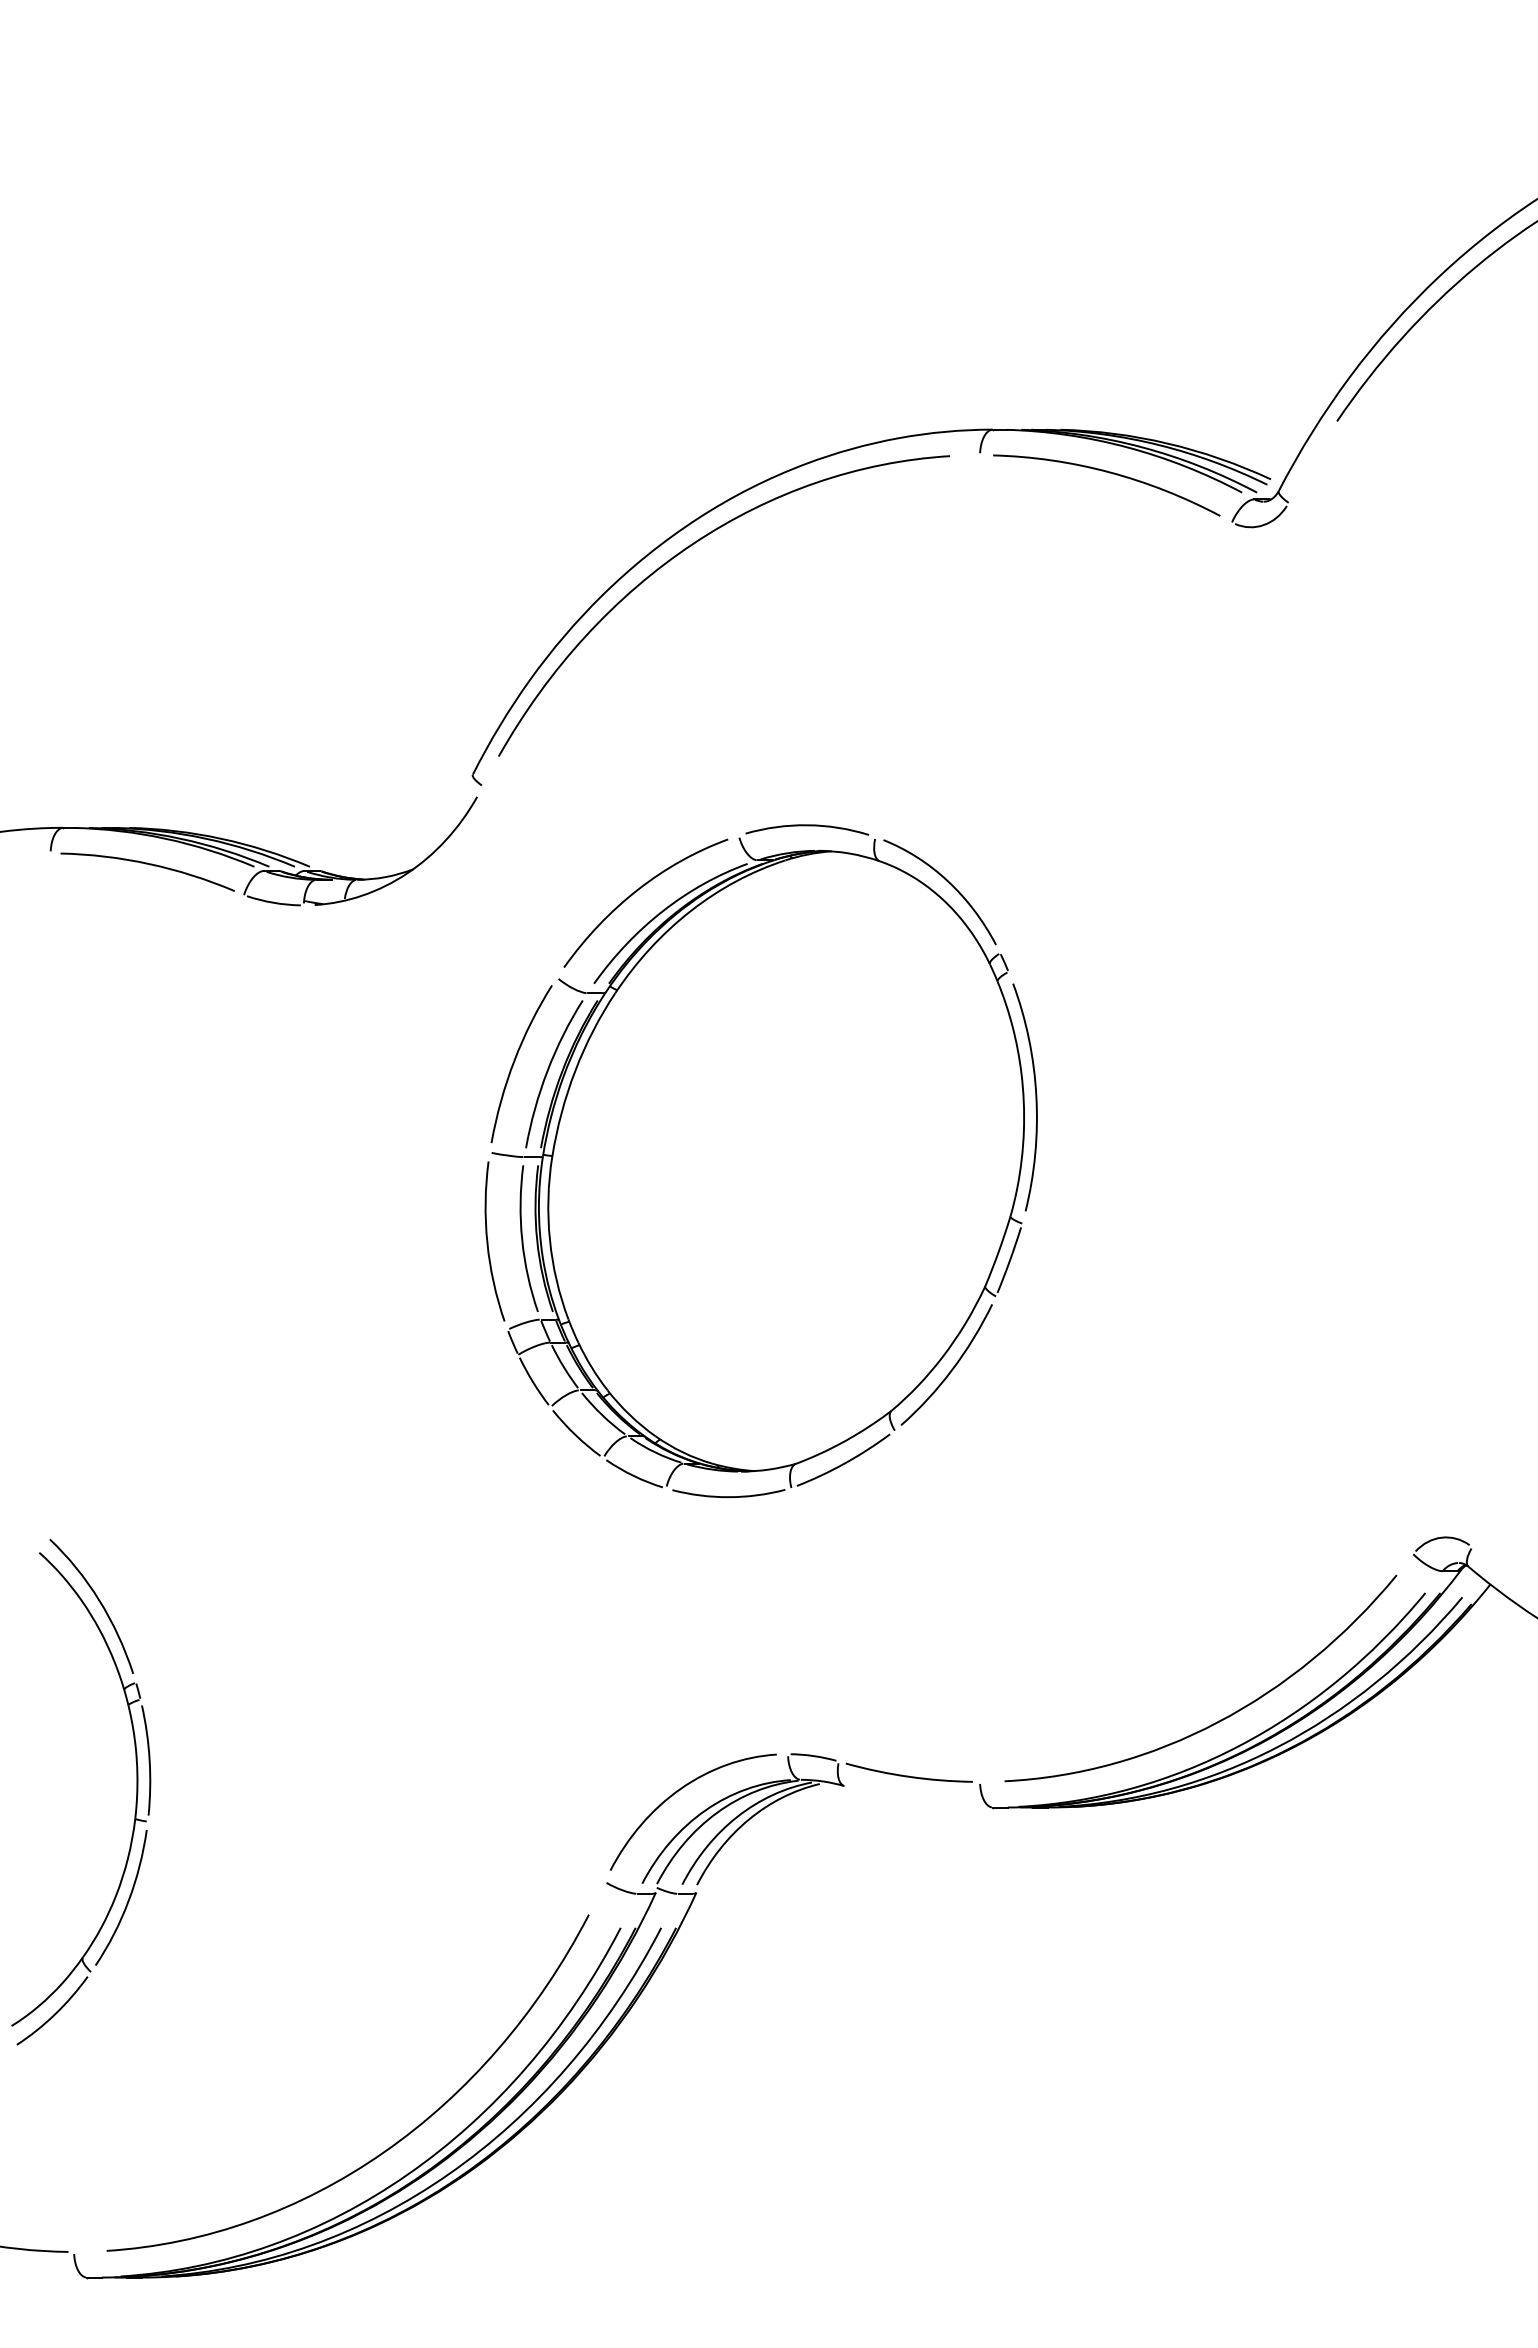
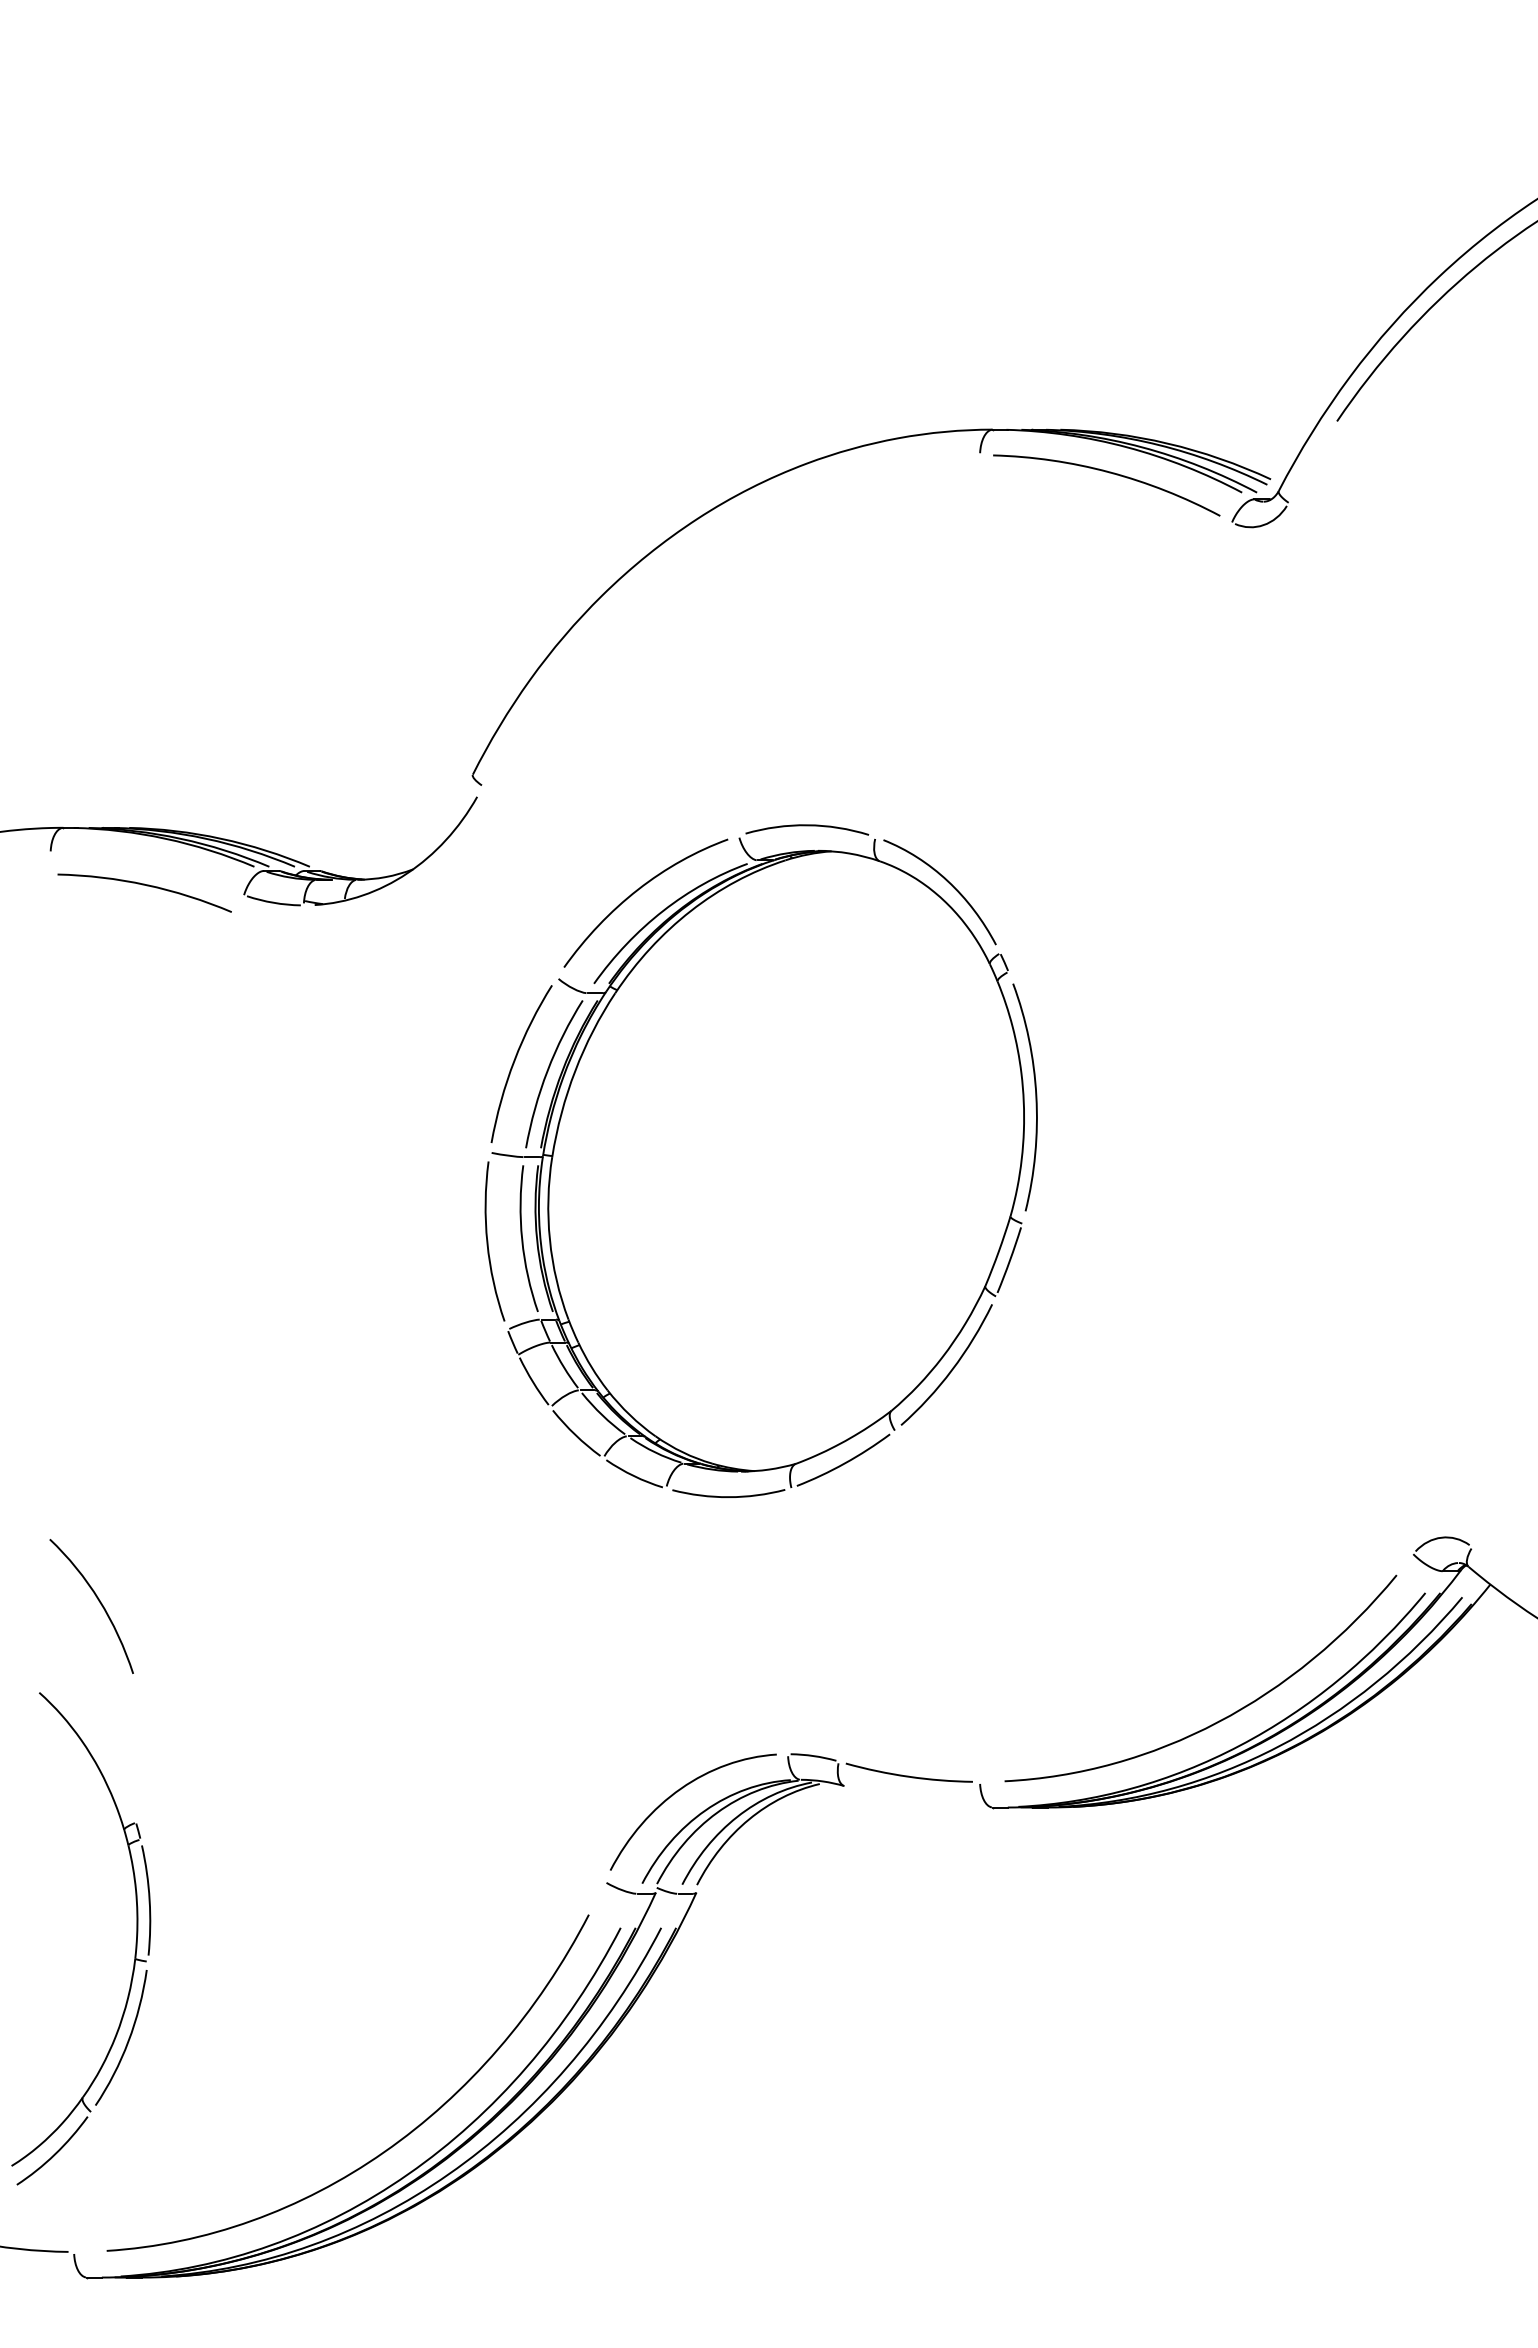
curve at (681, 553): present -> none
curve at (149, 865) position: (149, 865) -> (146, 886)
part at (135, 1801) position: (135, 1801) -> (135, 1941)
